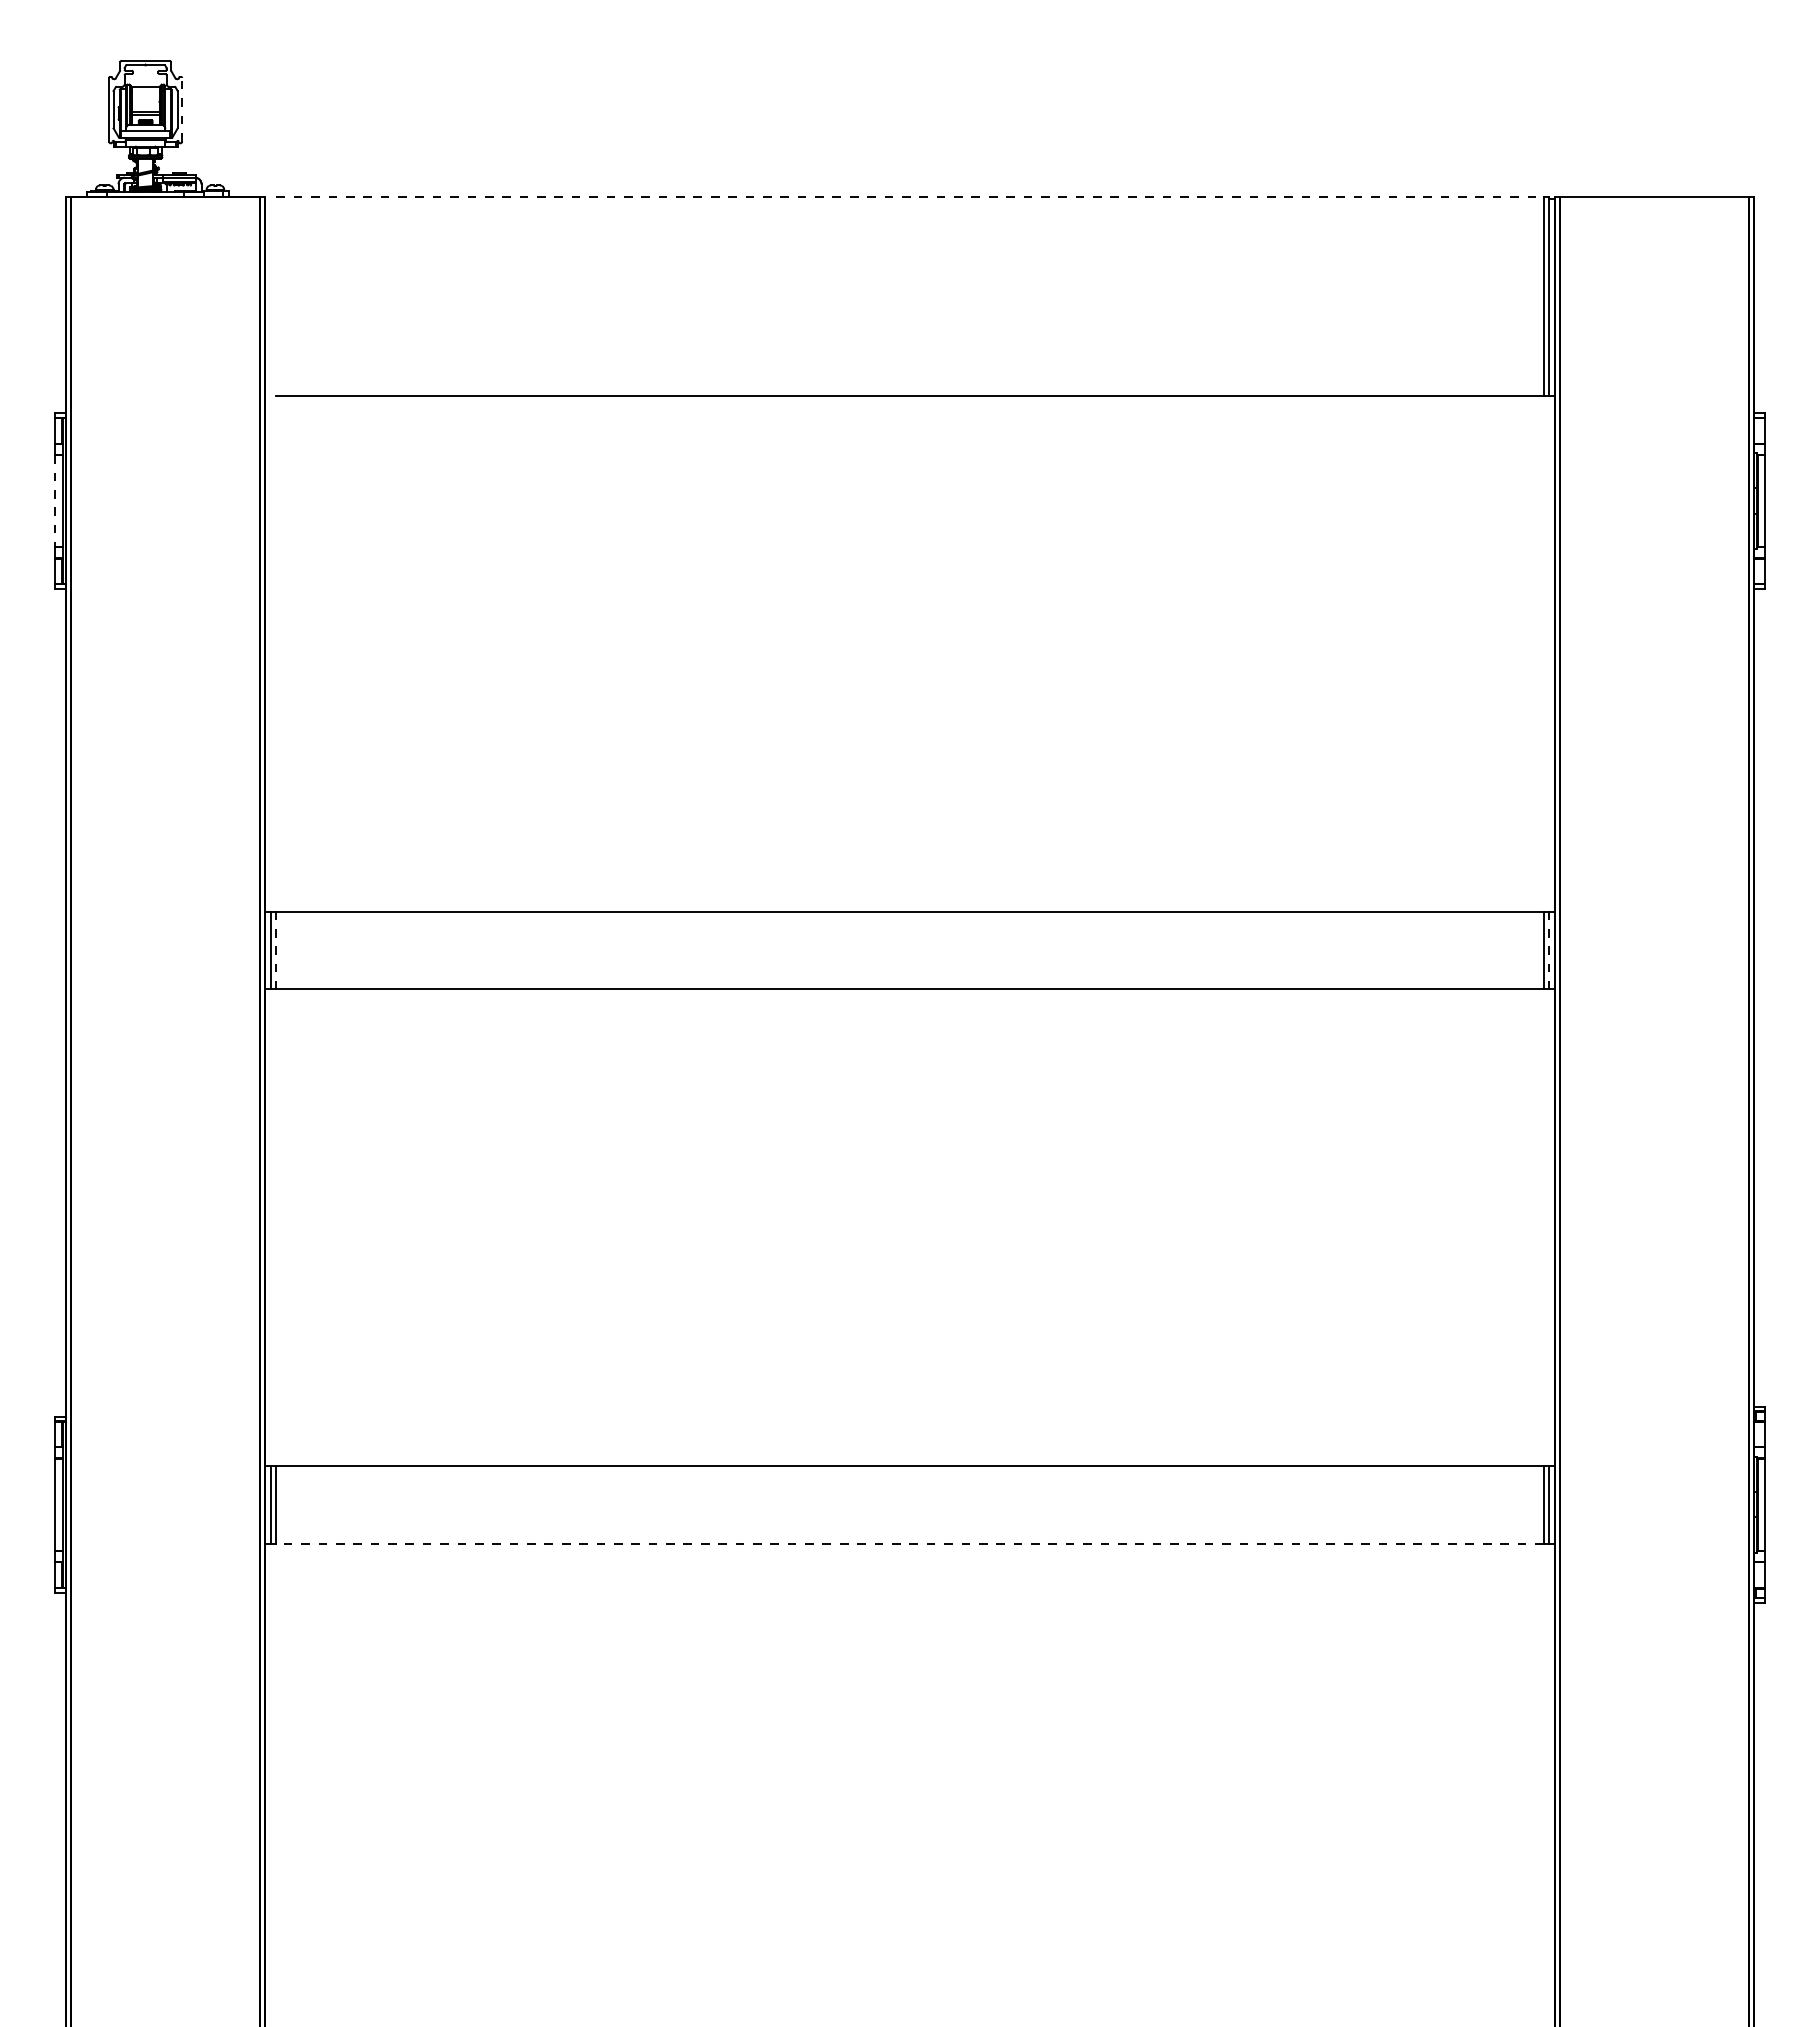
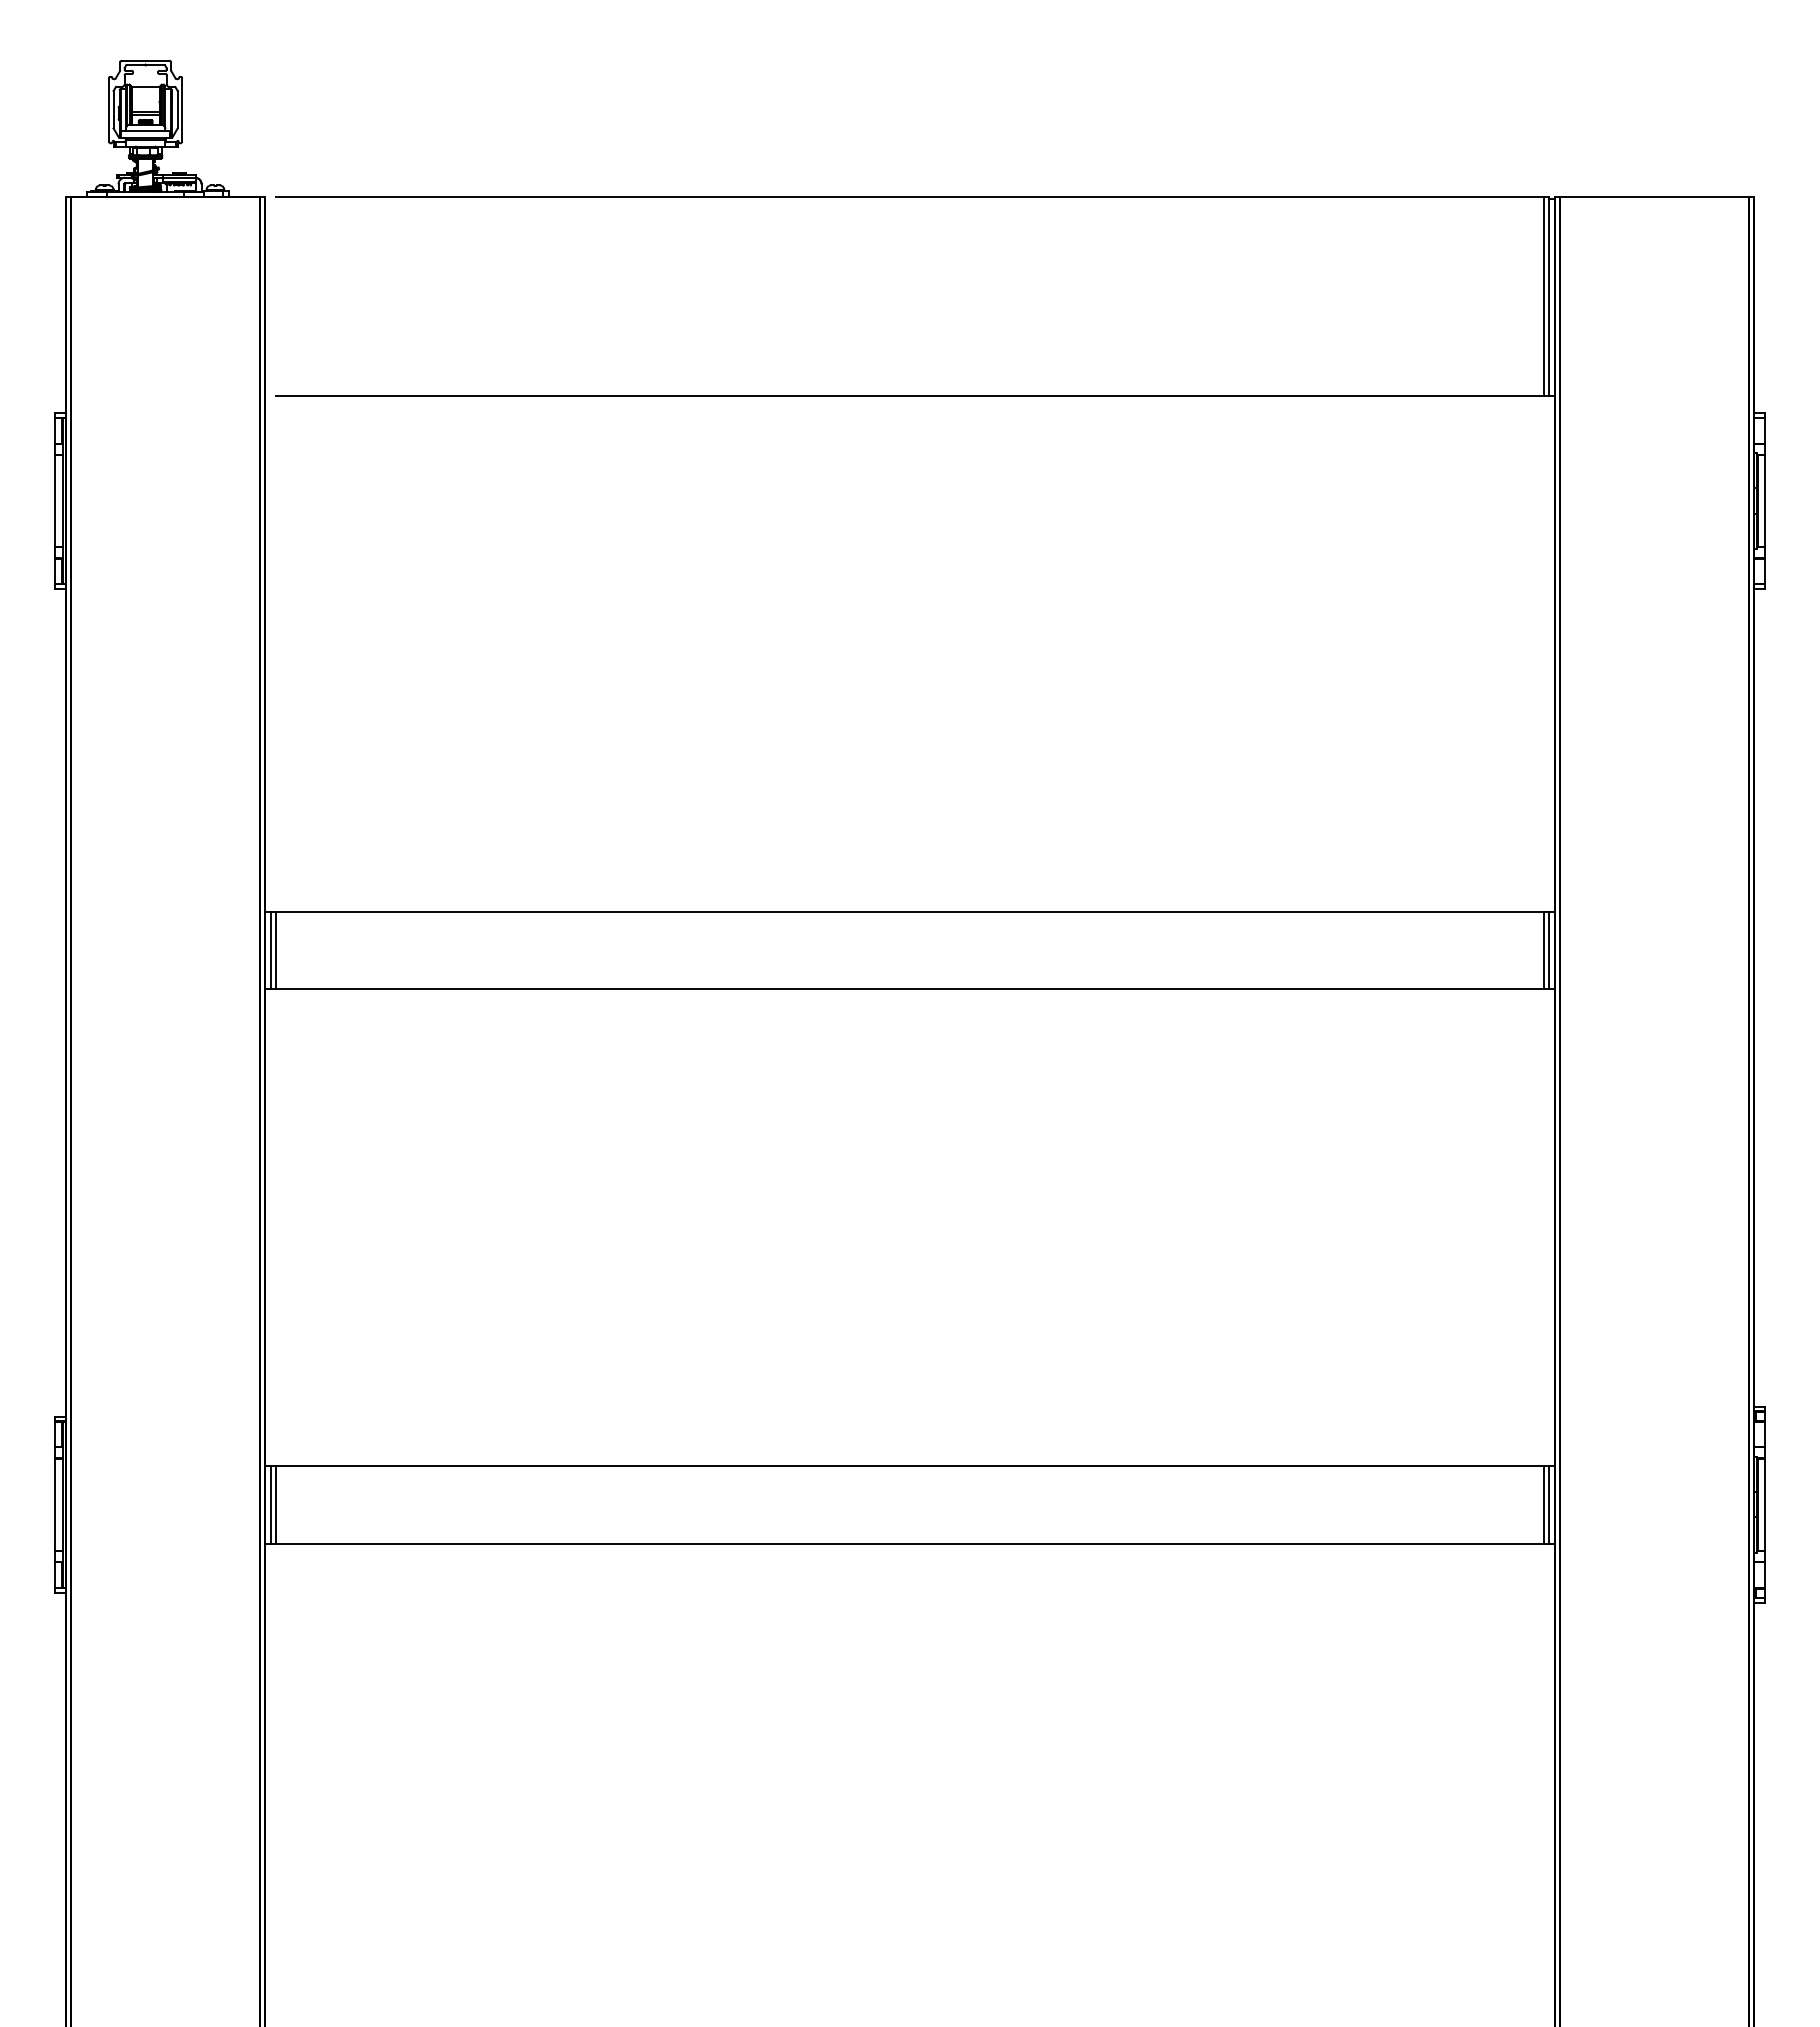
line at (182, 109): dashed -> solid
line at (910, 196): dashed -> solid
line at (54, 501): dashed -> solid
line at (276, 950): dashed -> solid
line at (1549, 950): dashed -> solid
line at (910, 1543): dashed -> solid
